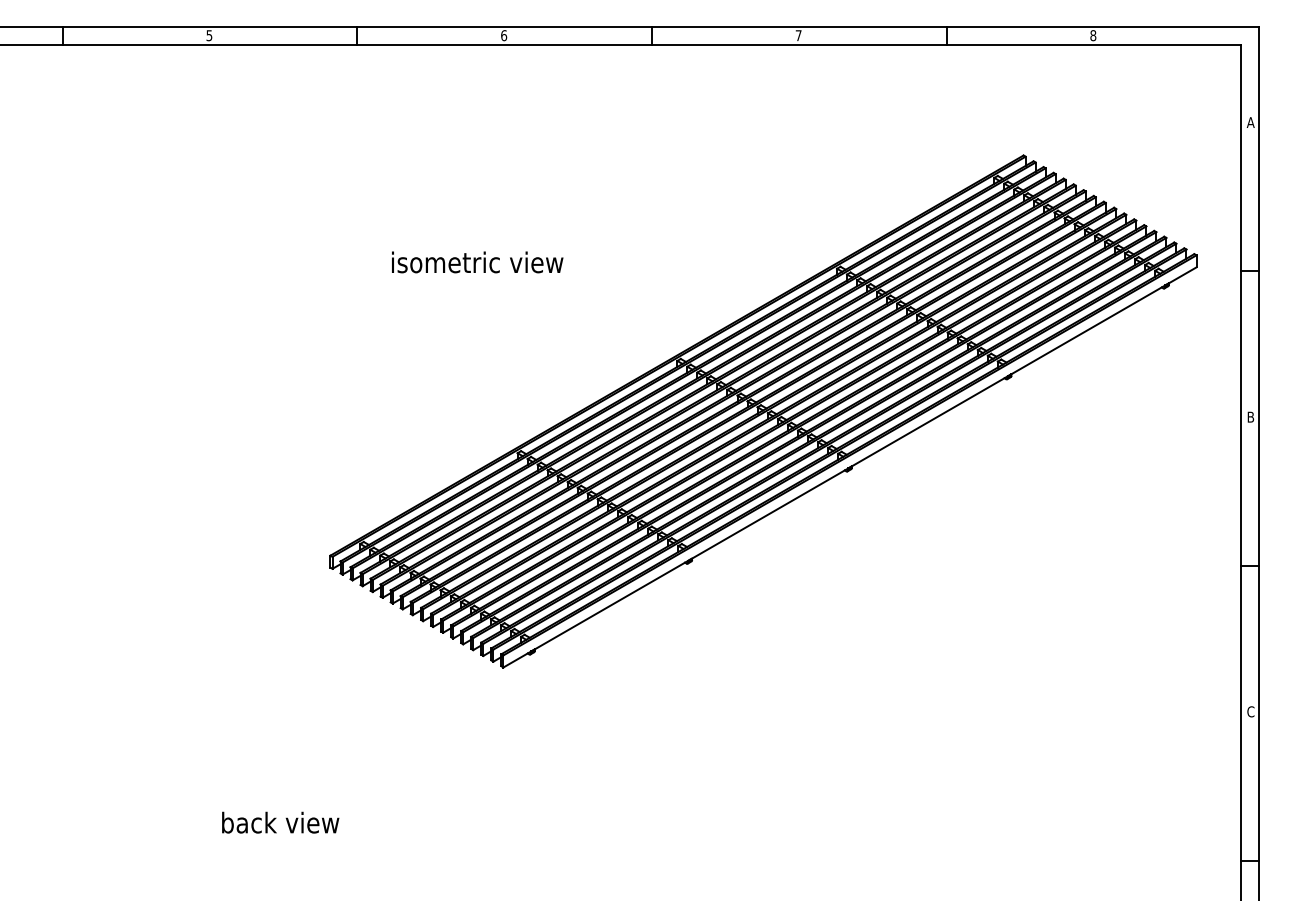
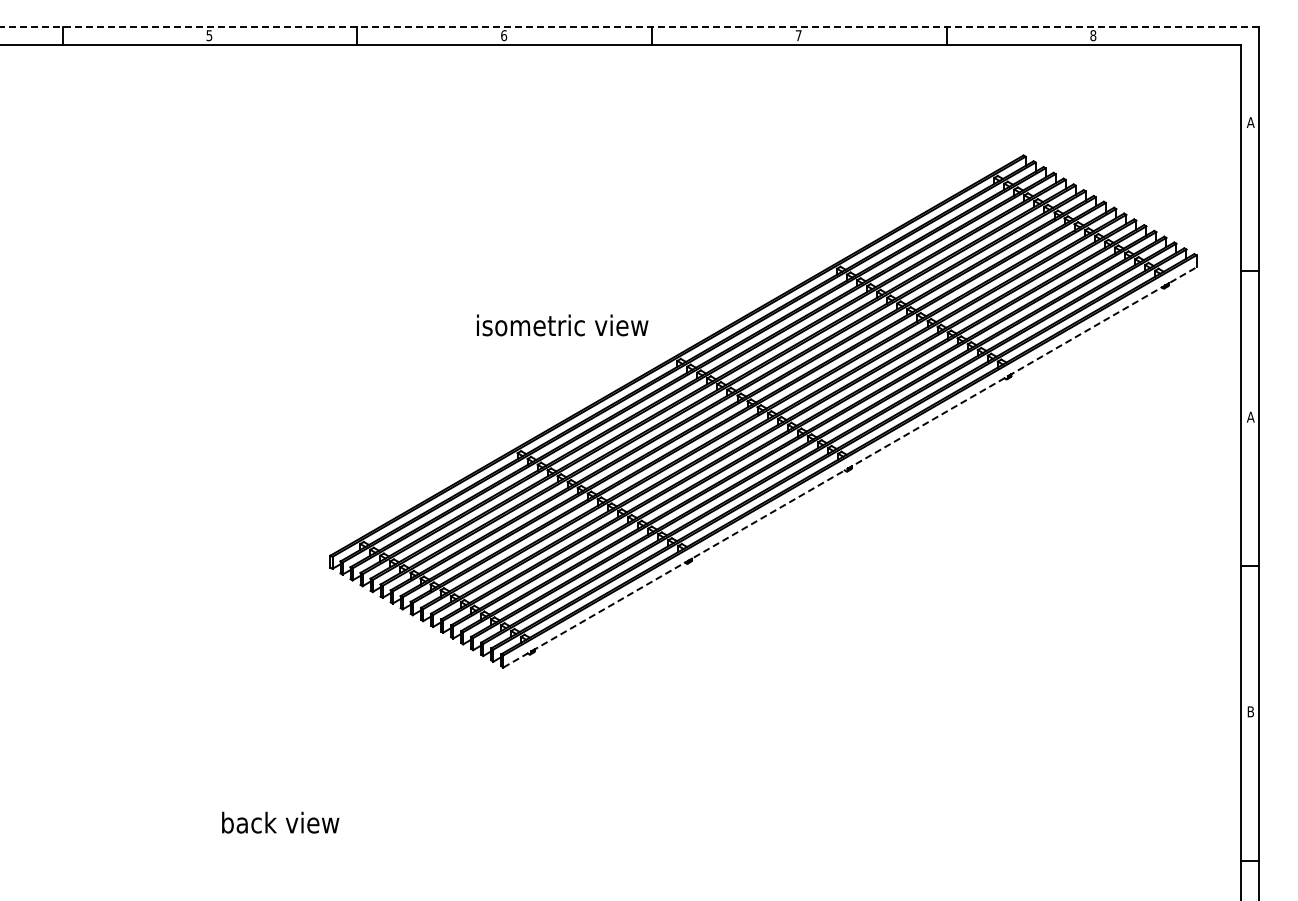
line at (629, 26): solid -> dashed
text at (477, 262) position: (477, 262) -> (562, 325)
text at (1250, 416): B -> A
line at (850, 467): solid -> dashed
text at (1250, 711): C -> B
